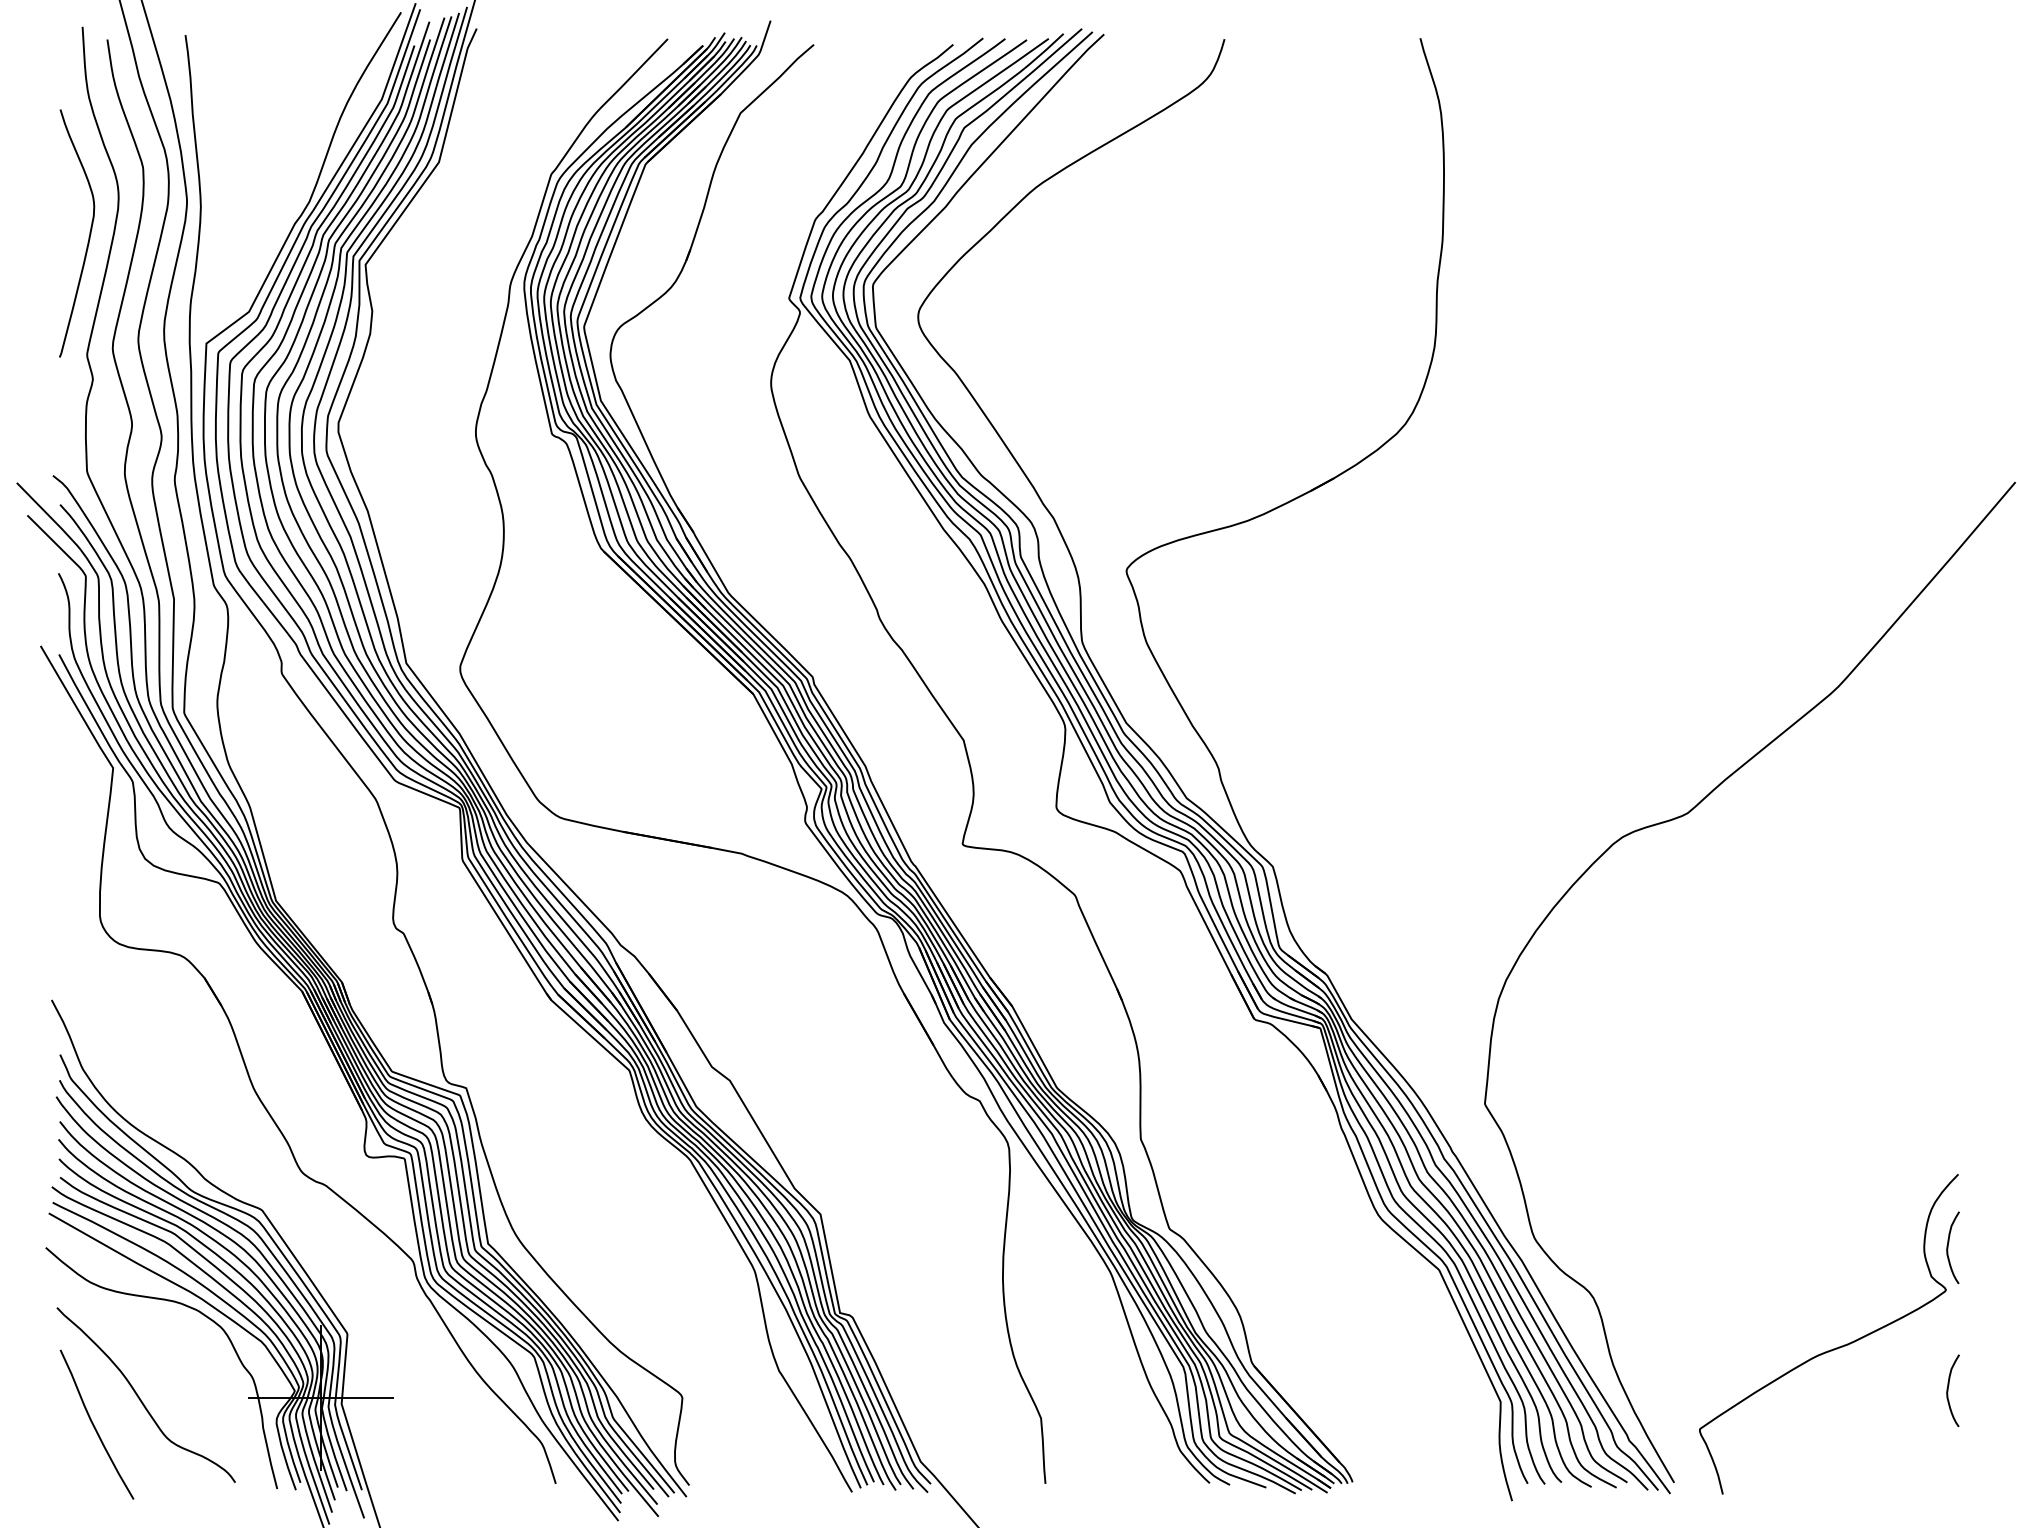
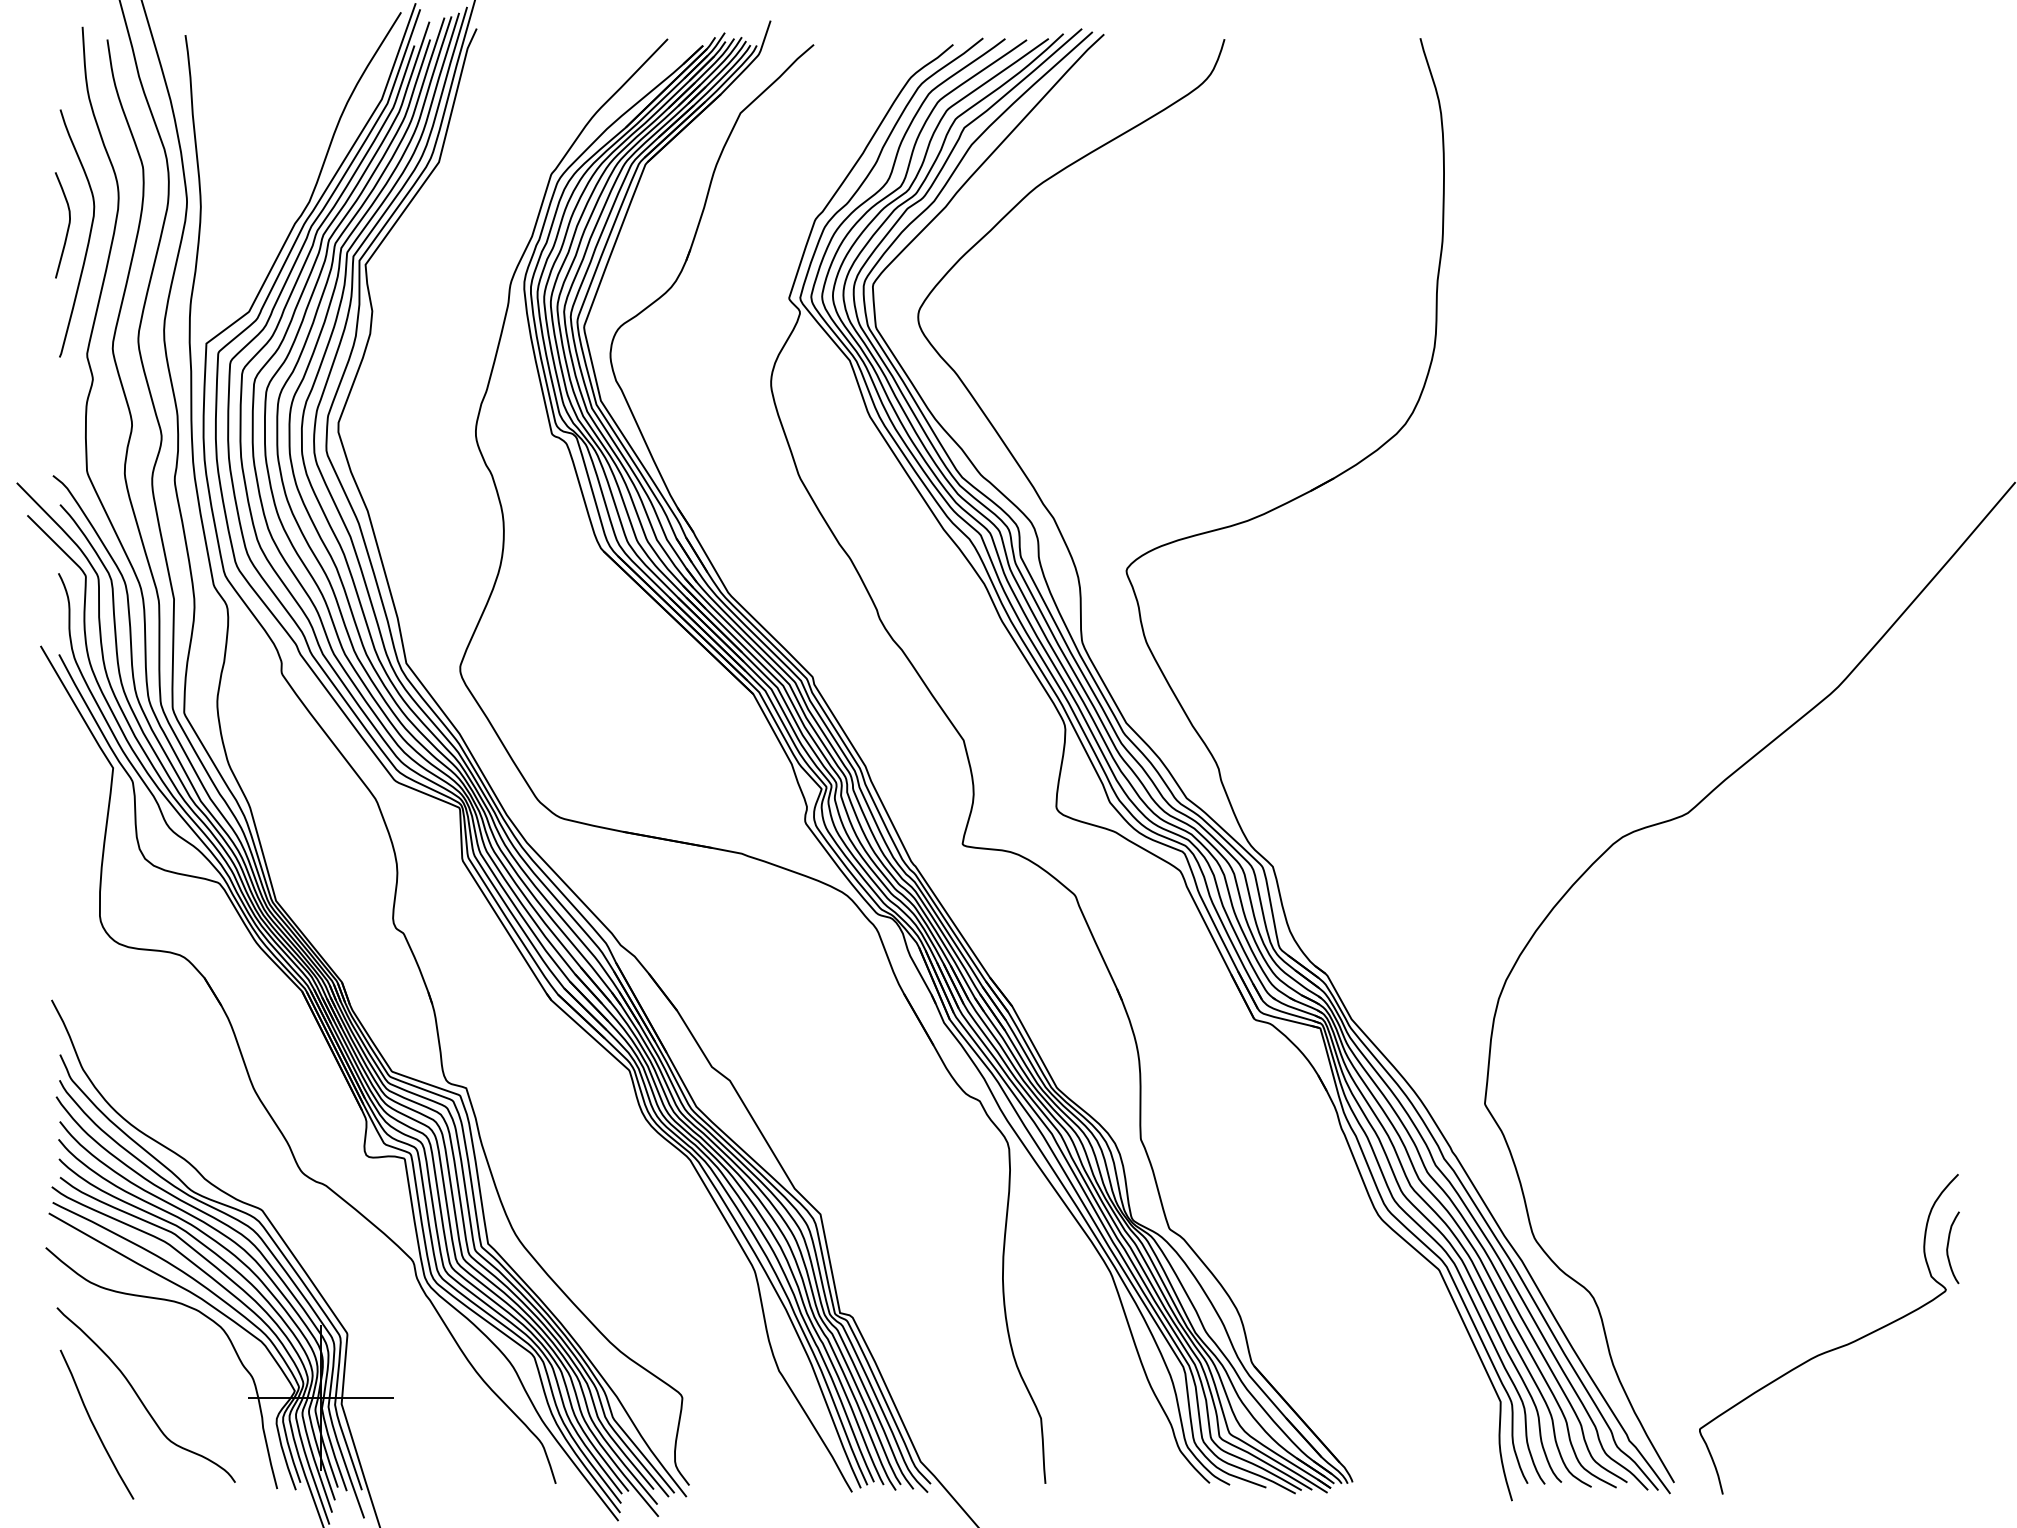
curve at (67, 227): none -> present
curve at (1948, 1390): present -> none
